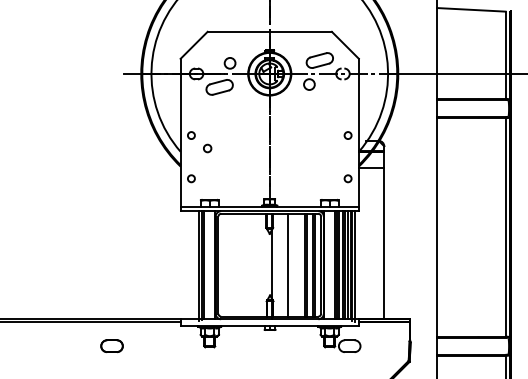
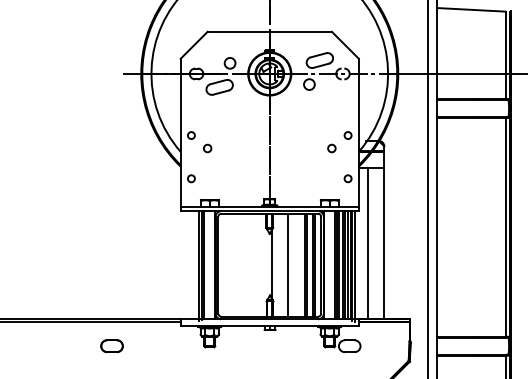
circle at (331, 148): none -> present
line at (427, 188): none -> present
line at (367, 243): none -> present
